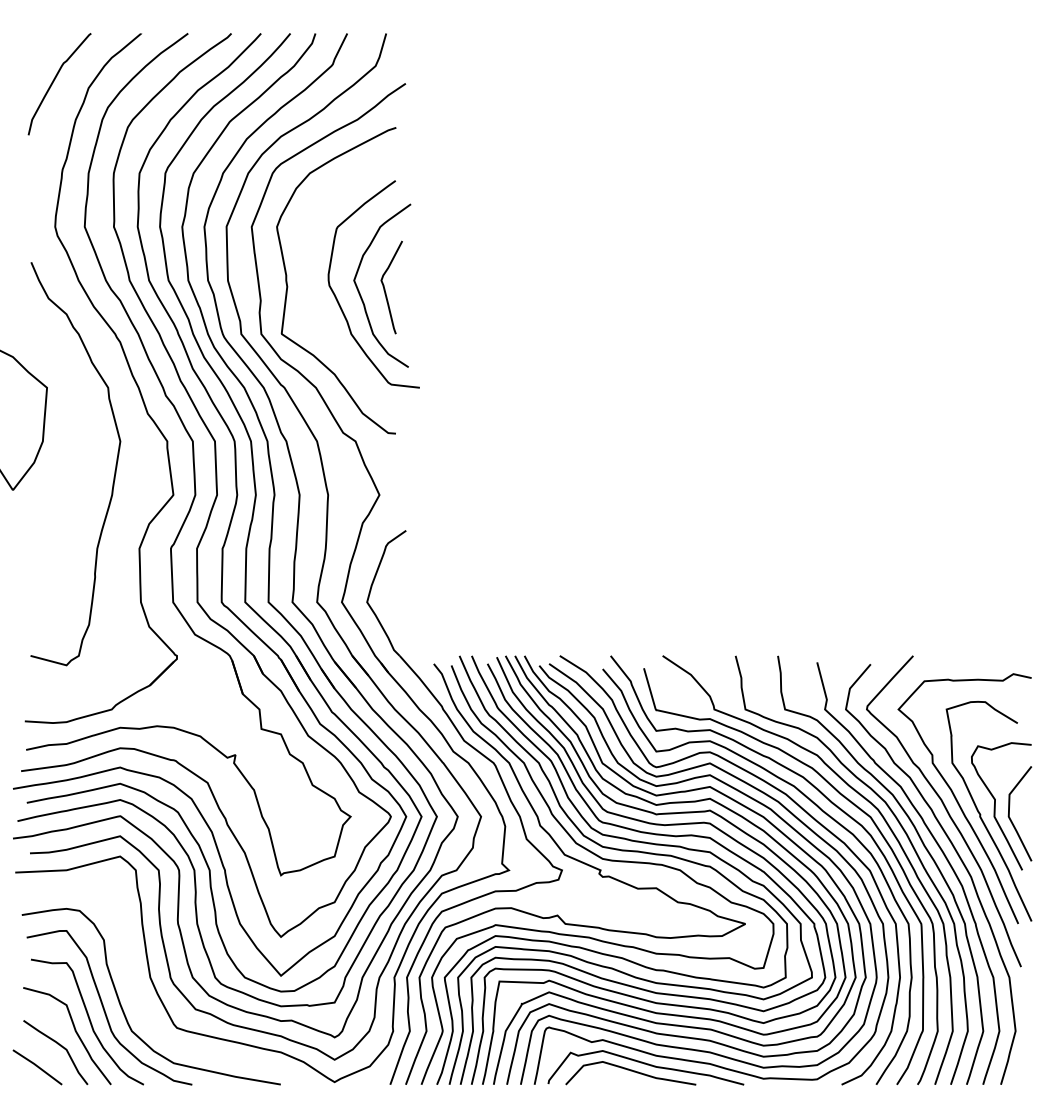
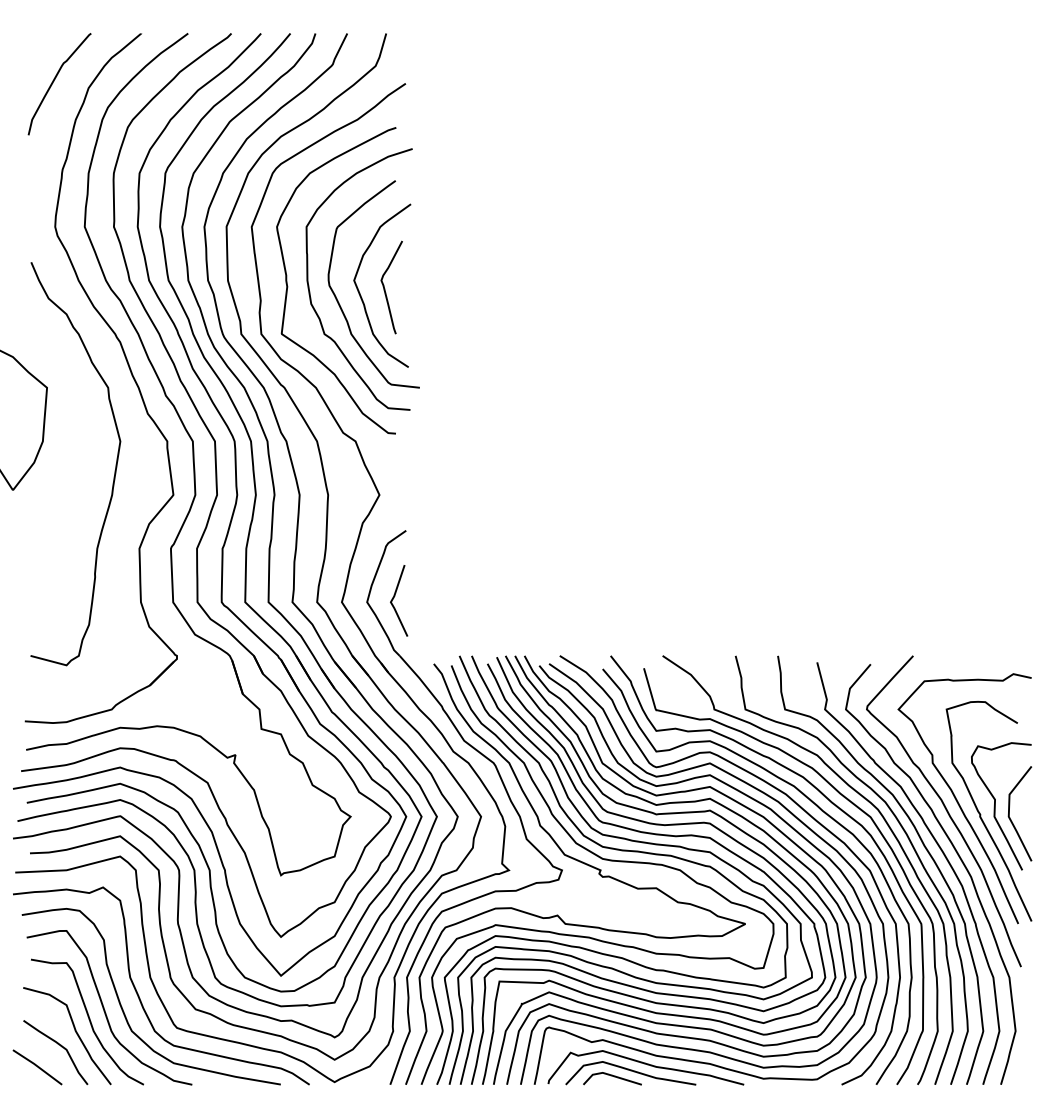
curve at (309, 285): none -> present
line at (394, 598): none -> present
curve at (139, 995): none -> present
line at (612, 1076): none -> present
